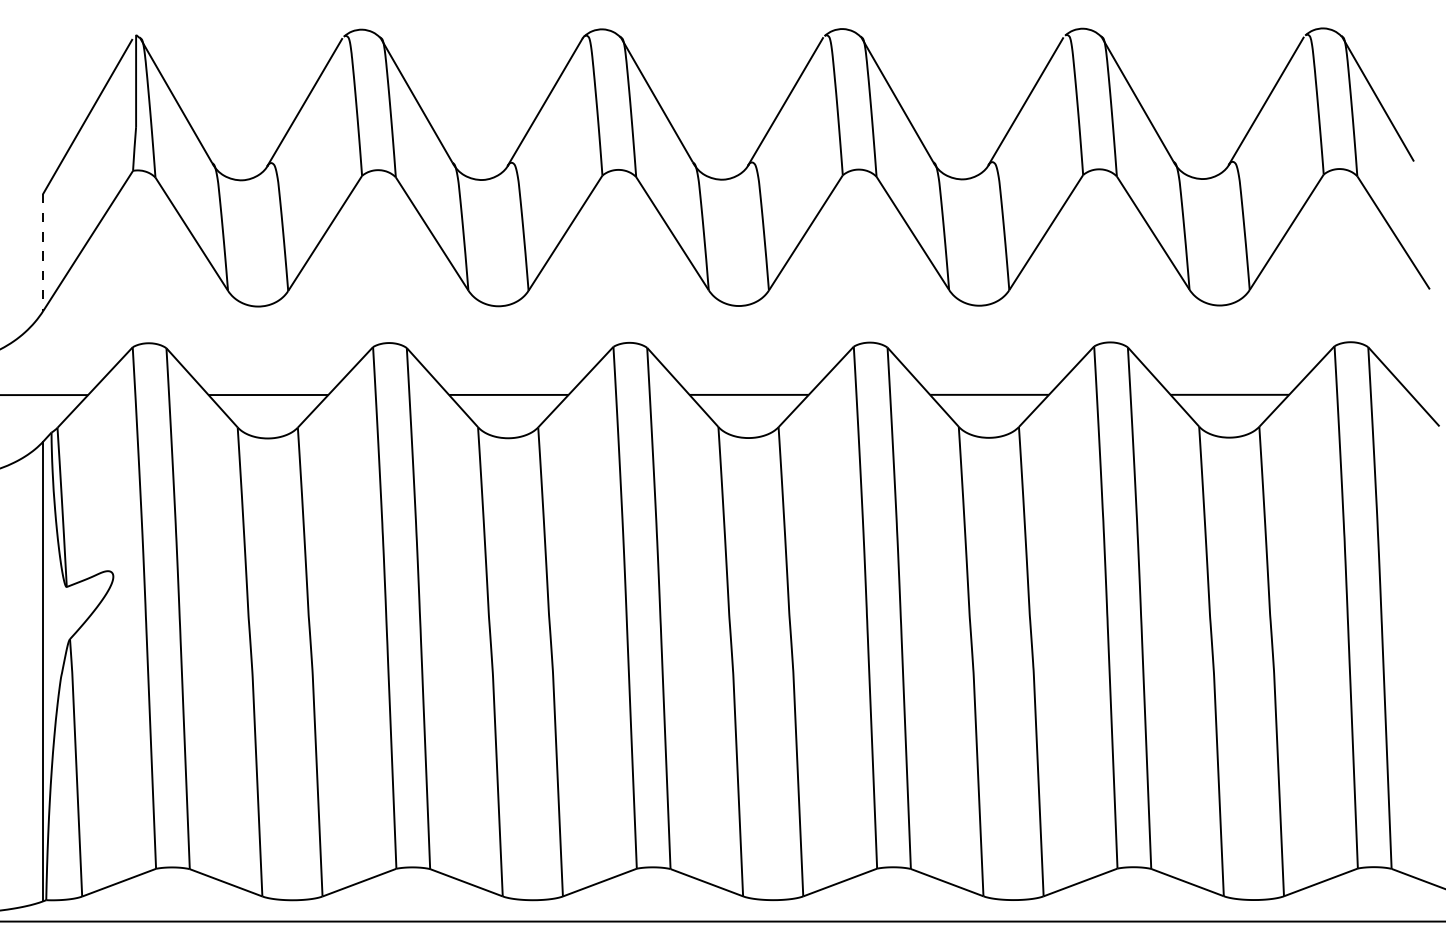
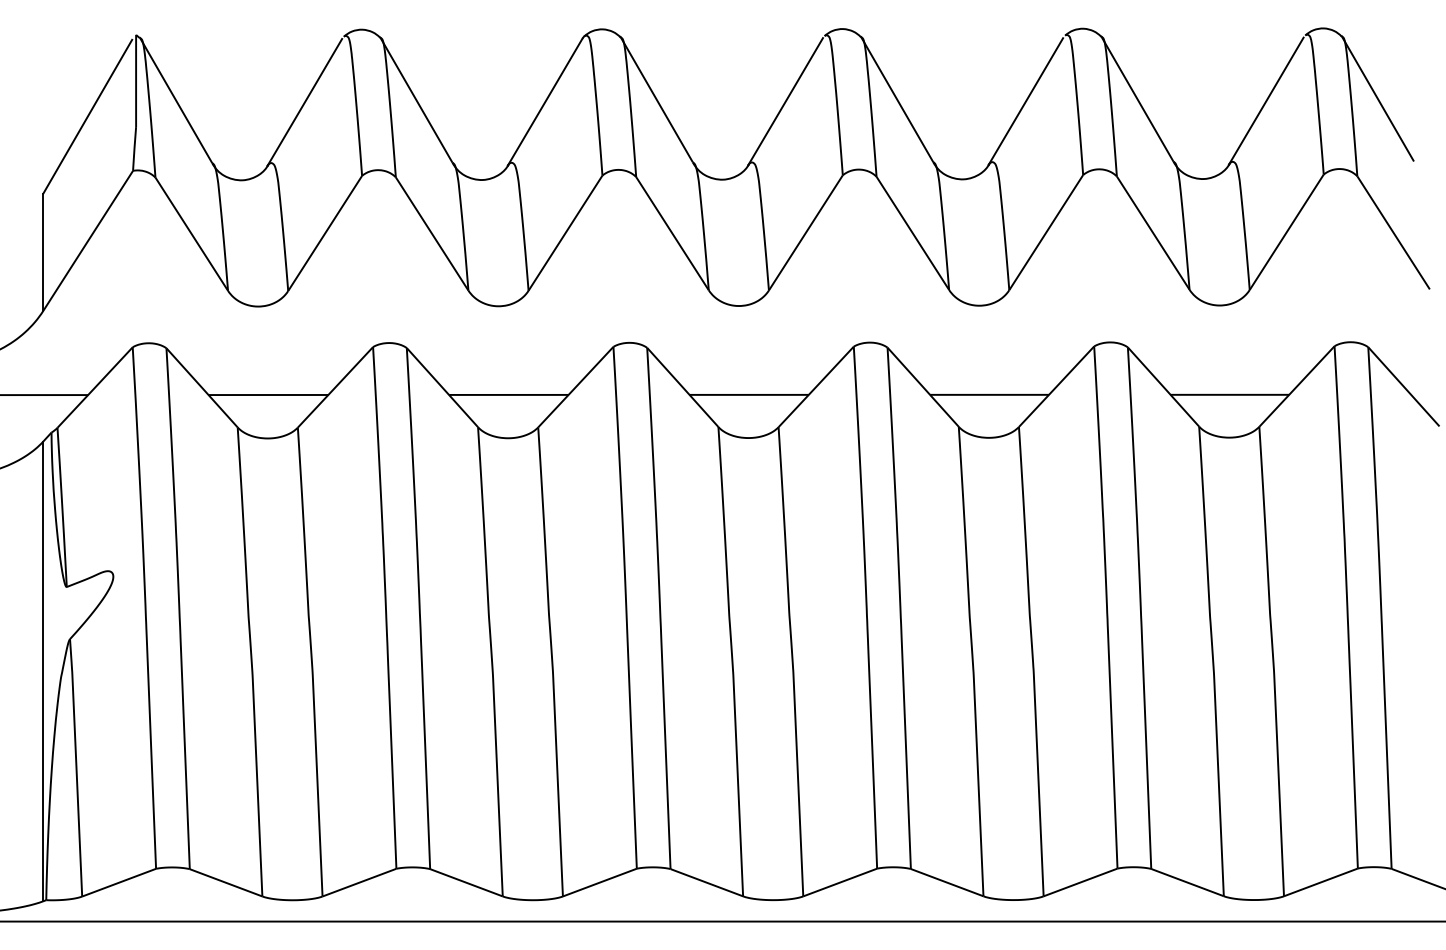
line at (43, 252): dashed -> solid
